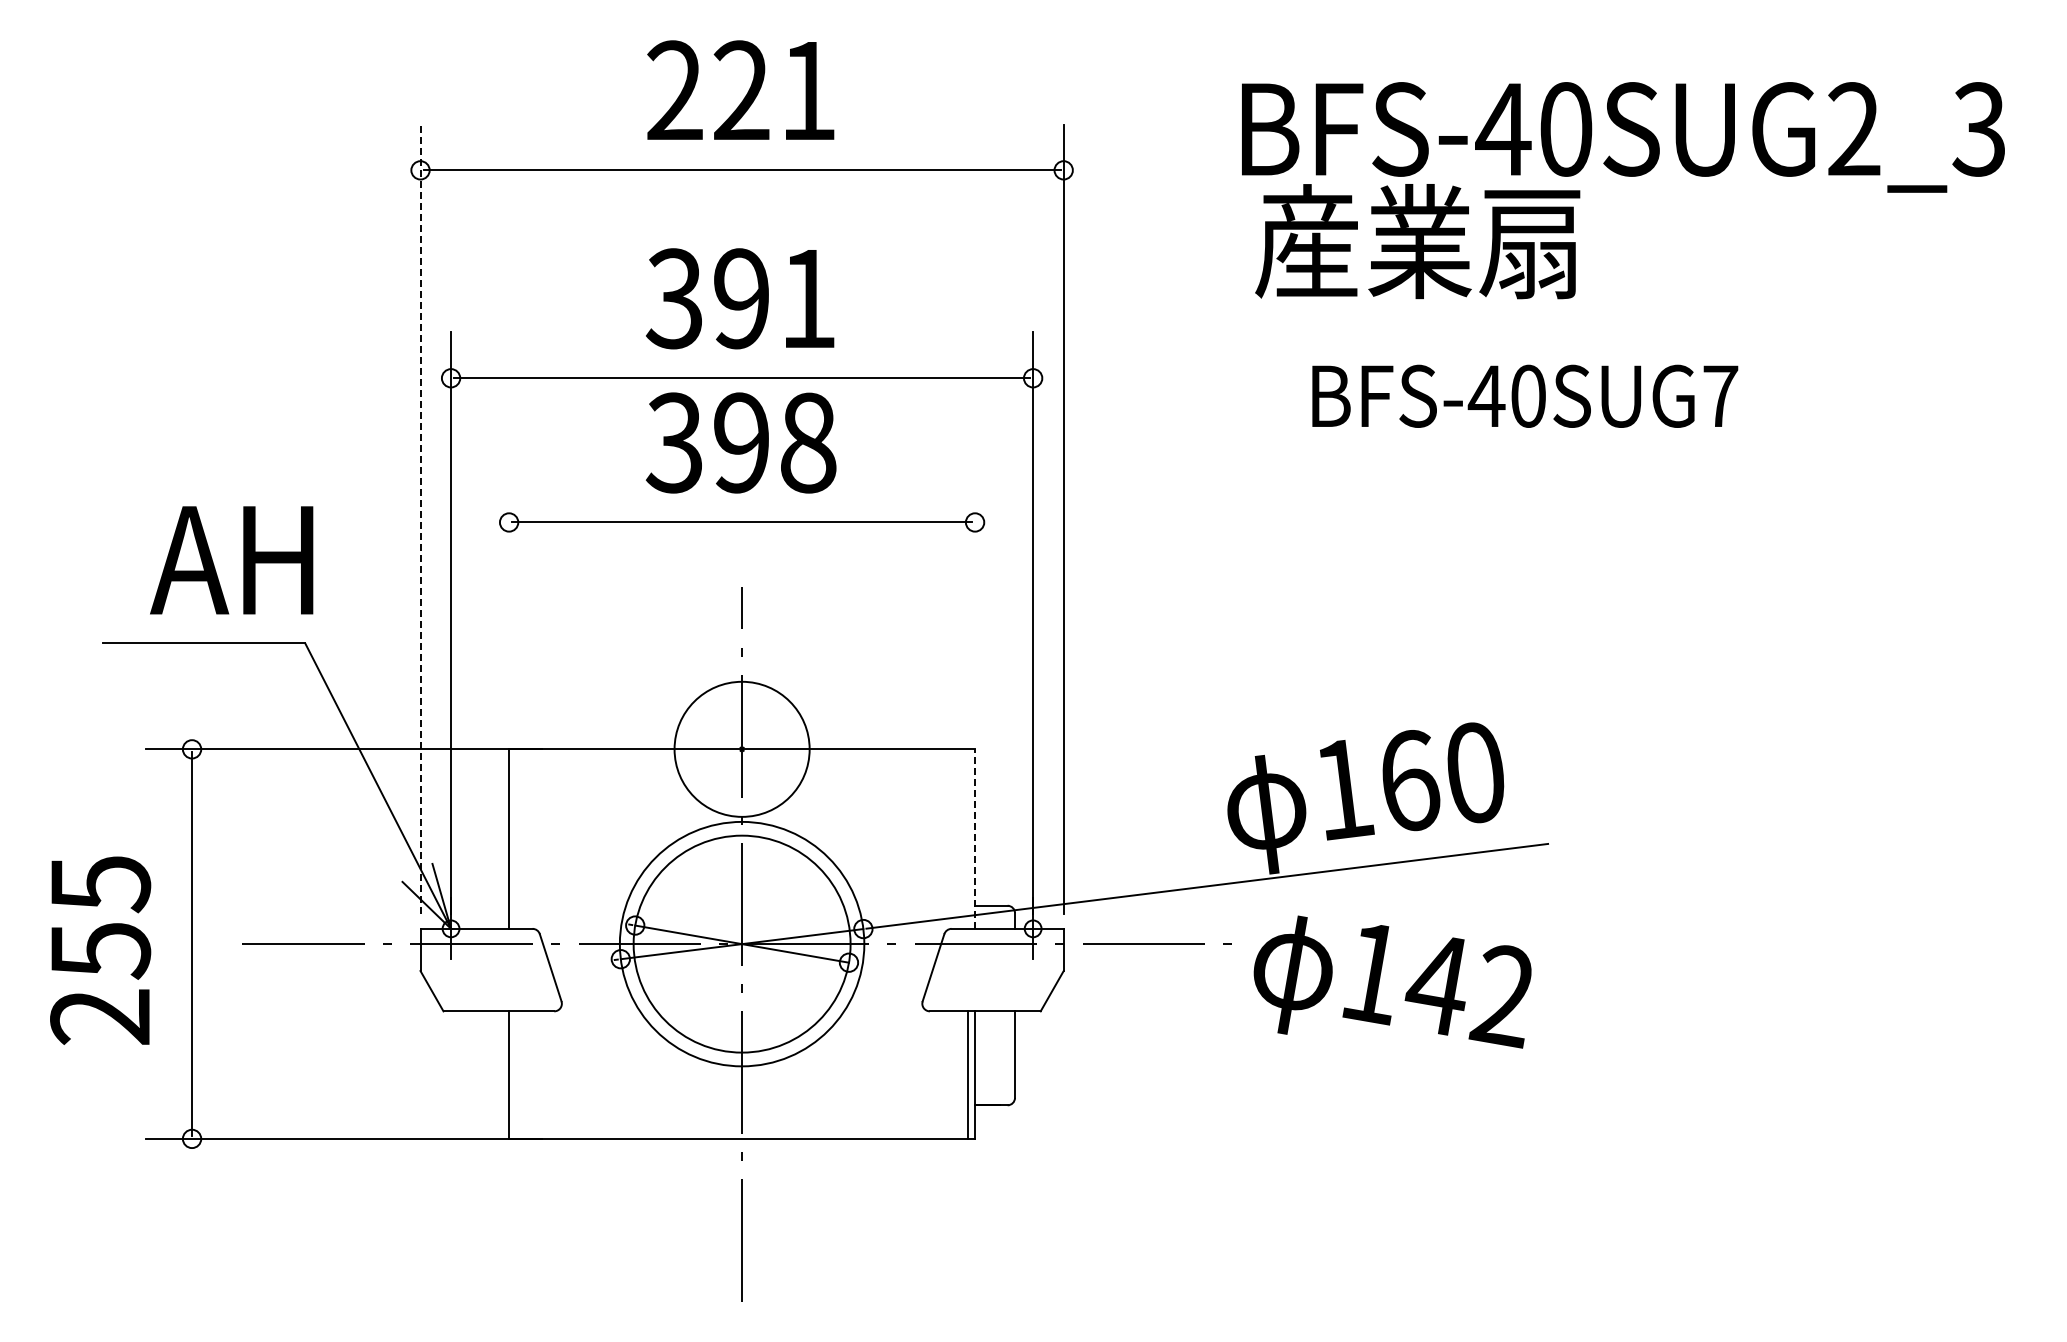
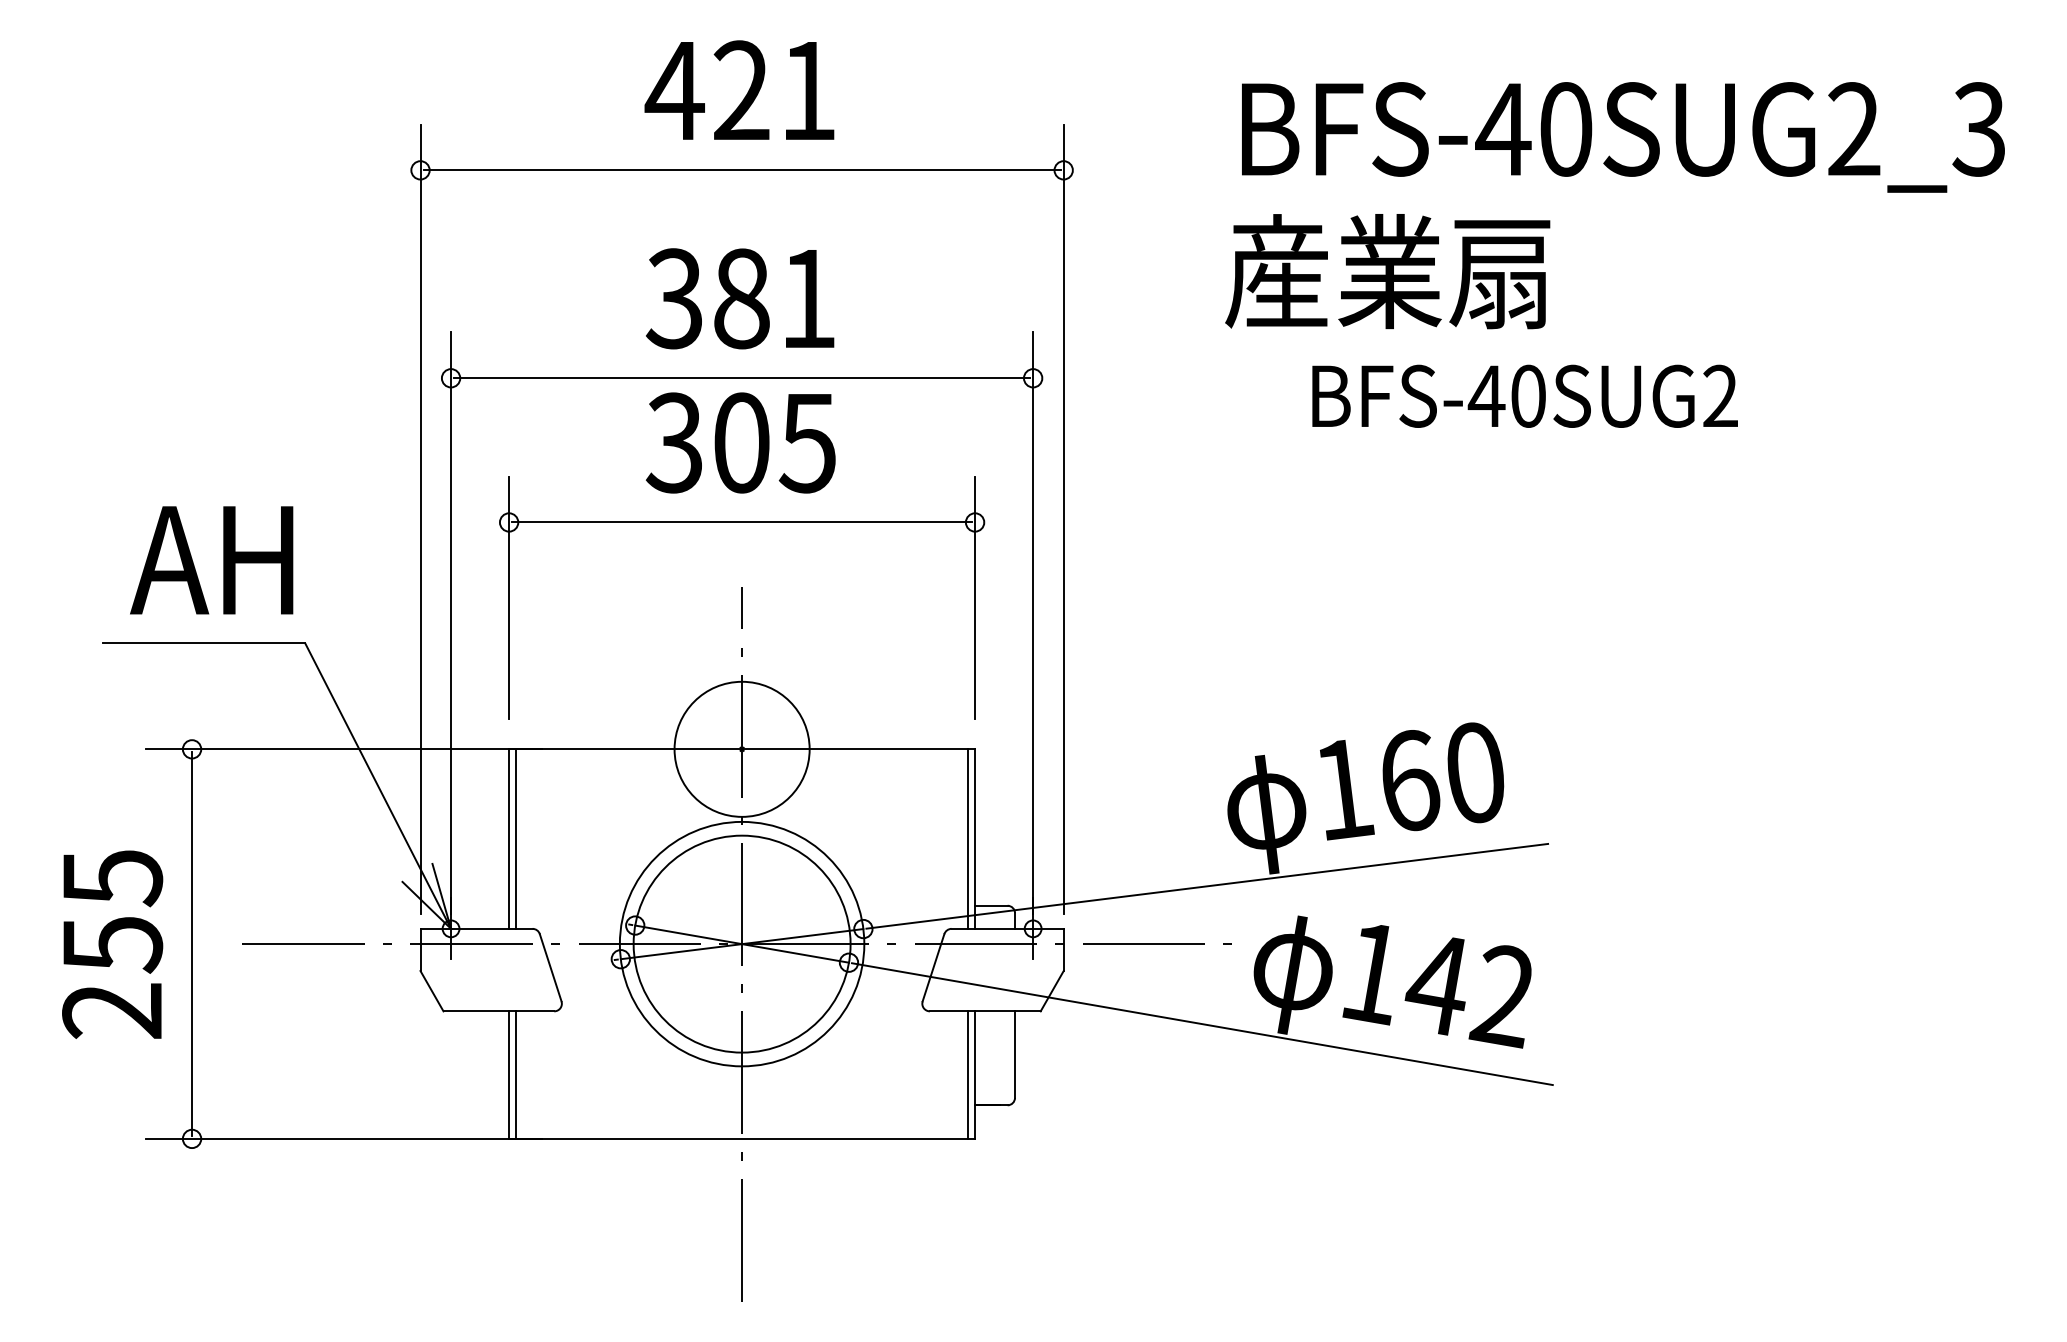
text at (674, 89): 221 -> 421
text at (1417, 241) position: (1417, 241) -> (1387, 271)
text at (741, 298): 391 -> 381
text at (1720, 395): BFS-40SUG7 -> BFS-40SUG2
text at (775, 442): 398 -> 305
line at (420, 519): dashed -> solid
text at (231, 560) position: (231, 560) -> (211, 560)
line at (509, 597): none -> present
line at (975, 597): none -> present
line at (516, 838): none -> present
line at (967, 838): none -> present
line at (975, 839): dashed -> solid
text at (100, 950) position: (100, 950) -> (112, 944)
line at (1201, 1024): none -> present
line at (516, 1074): none -> present
